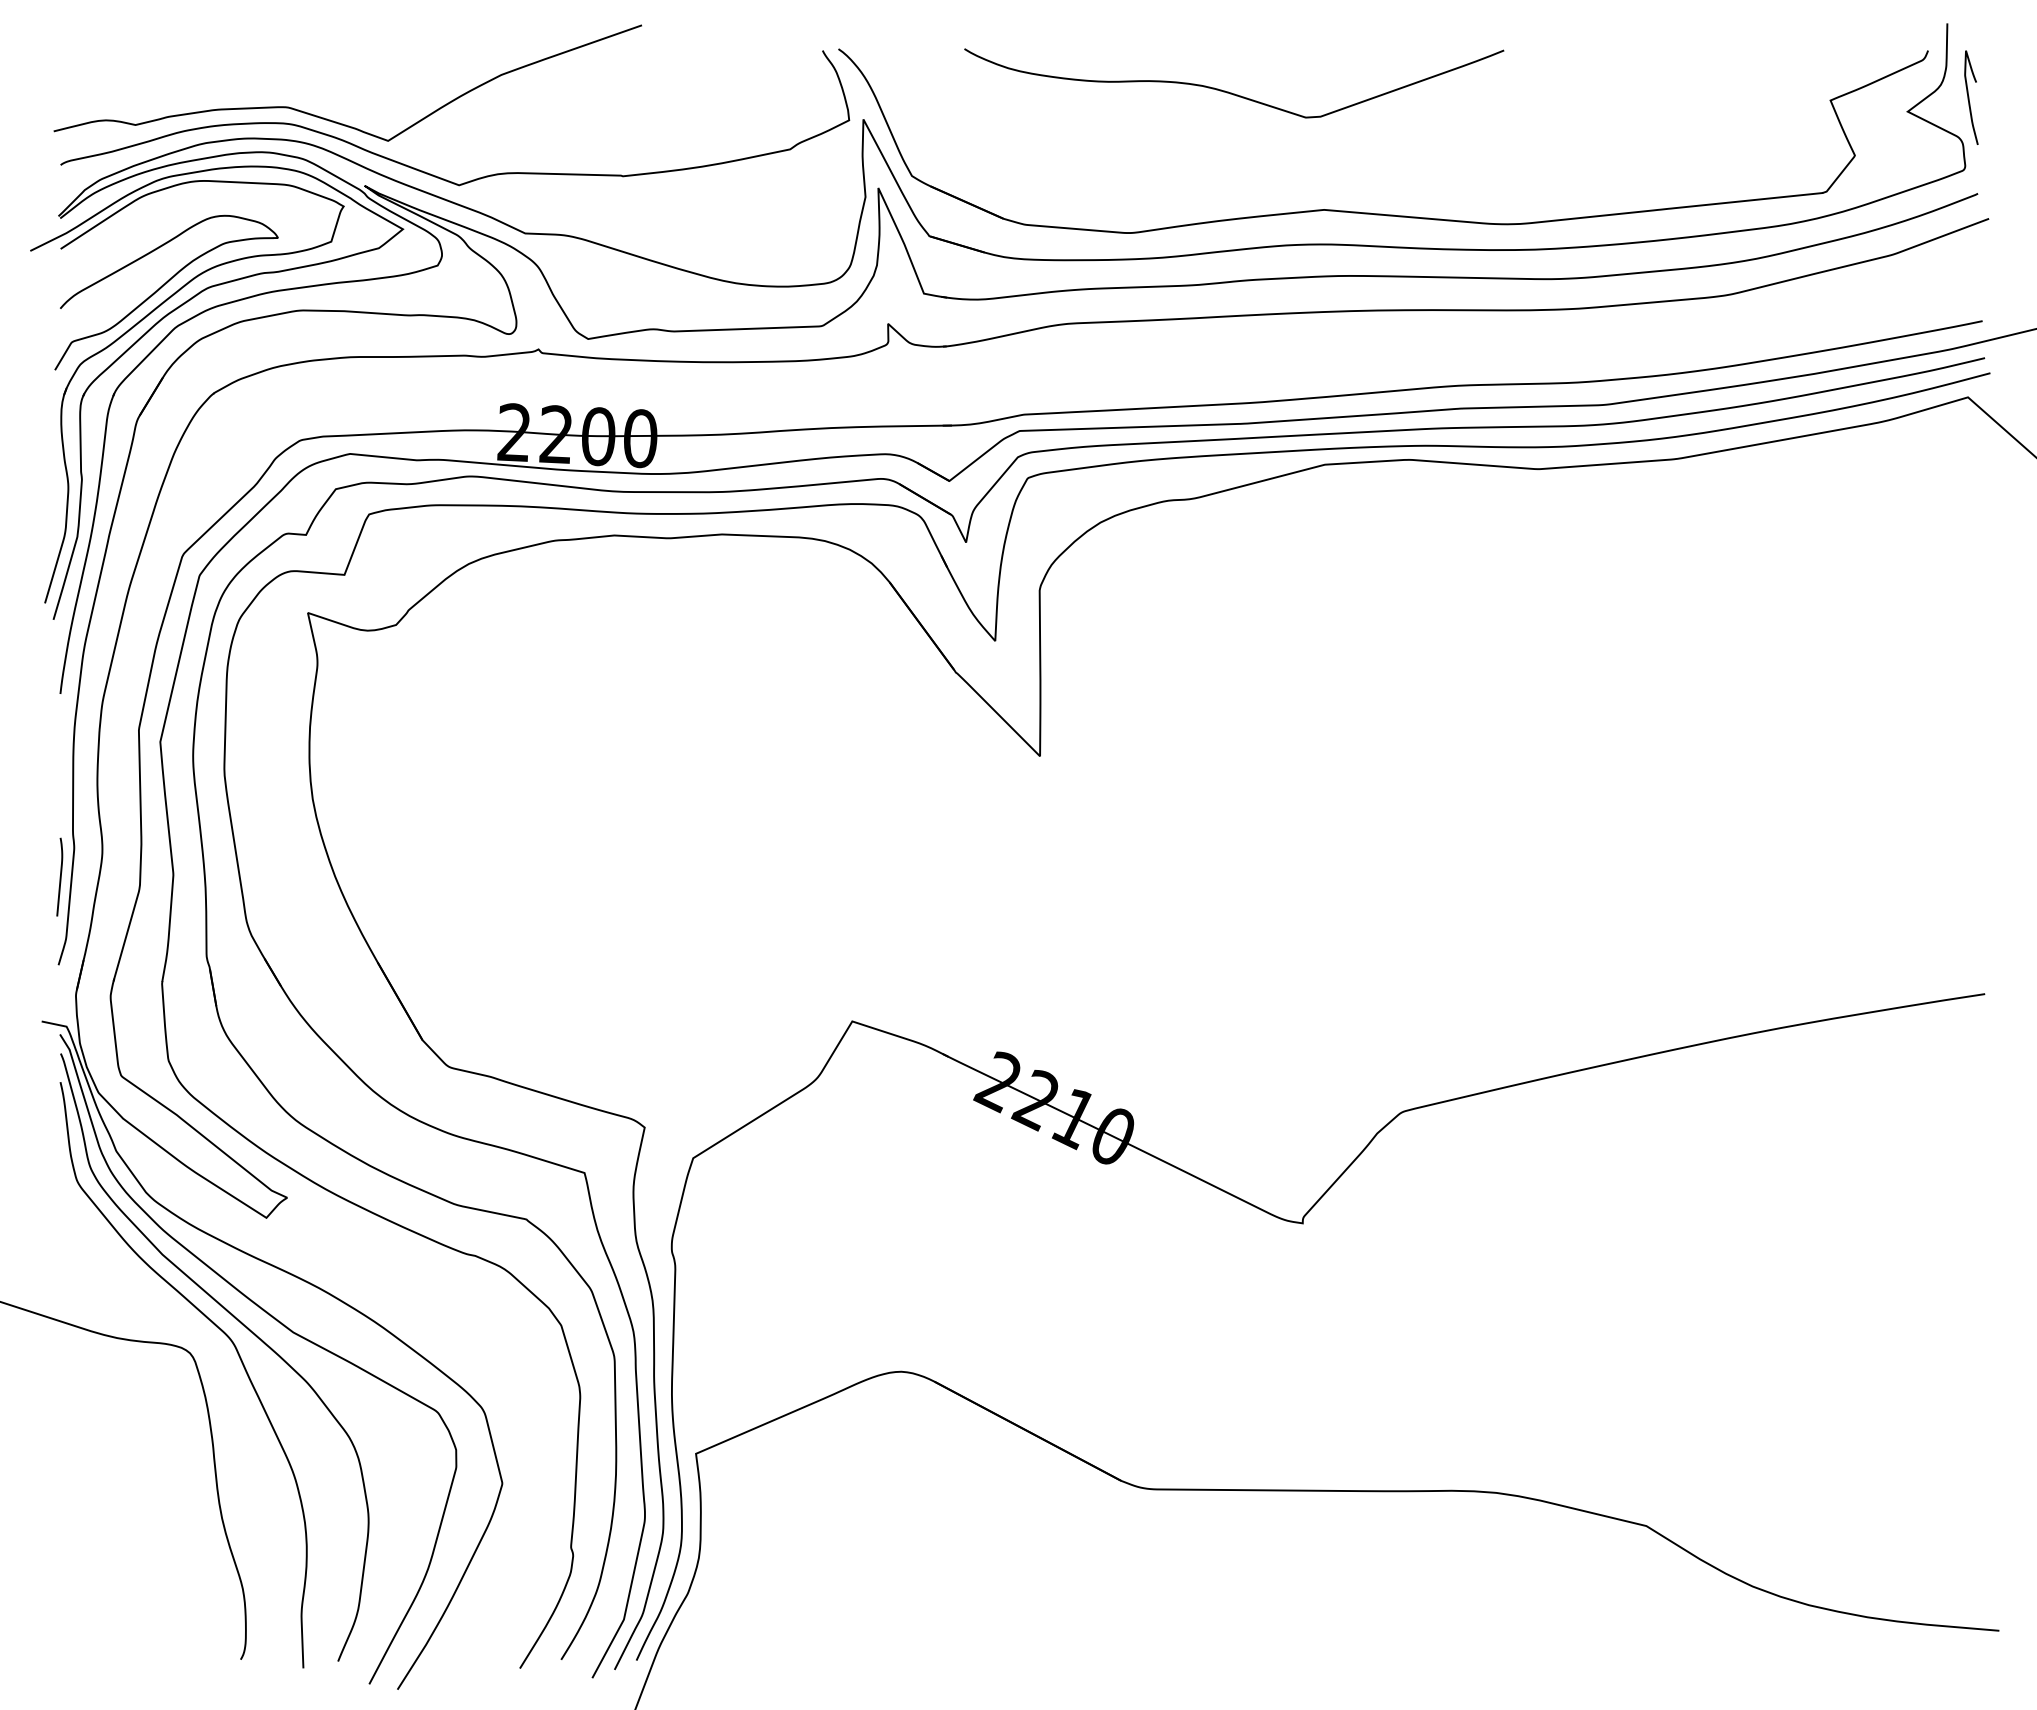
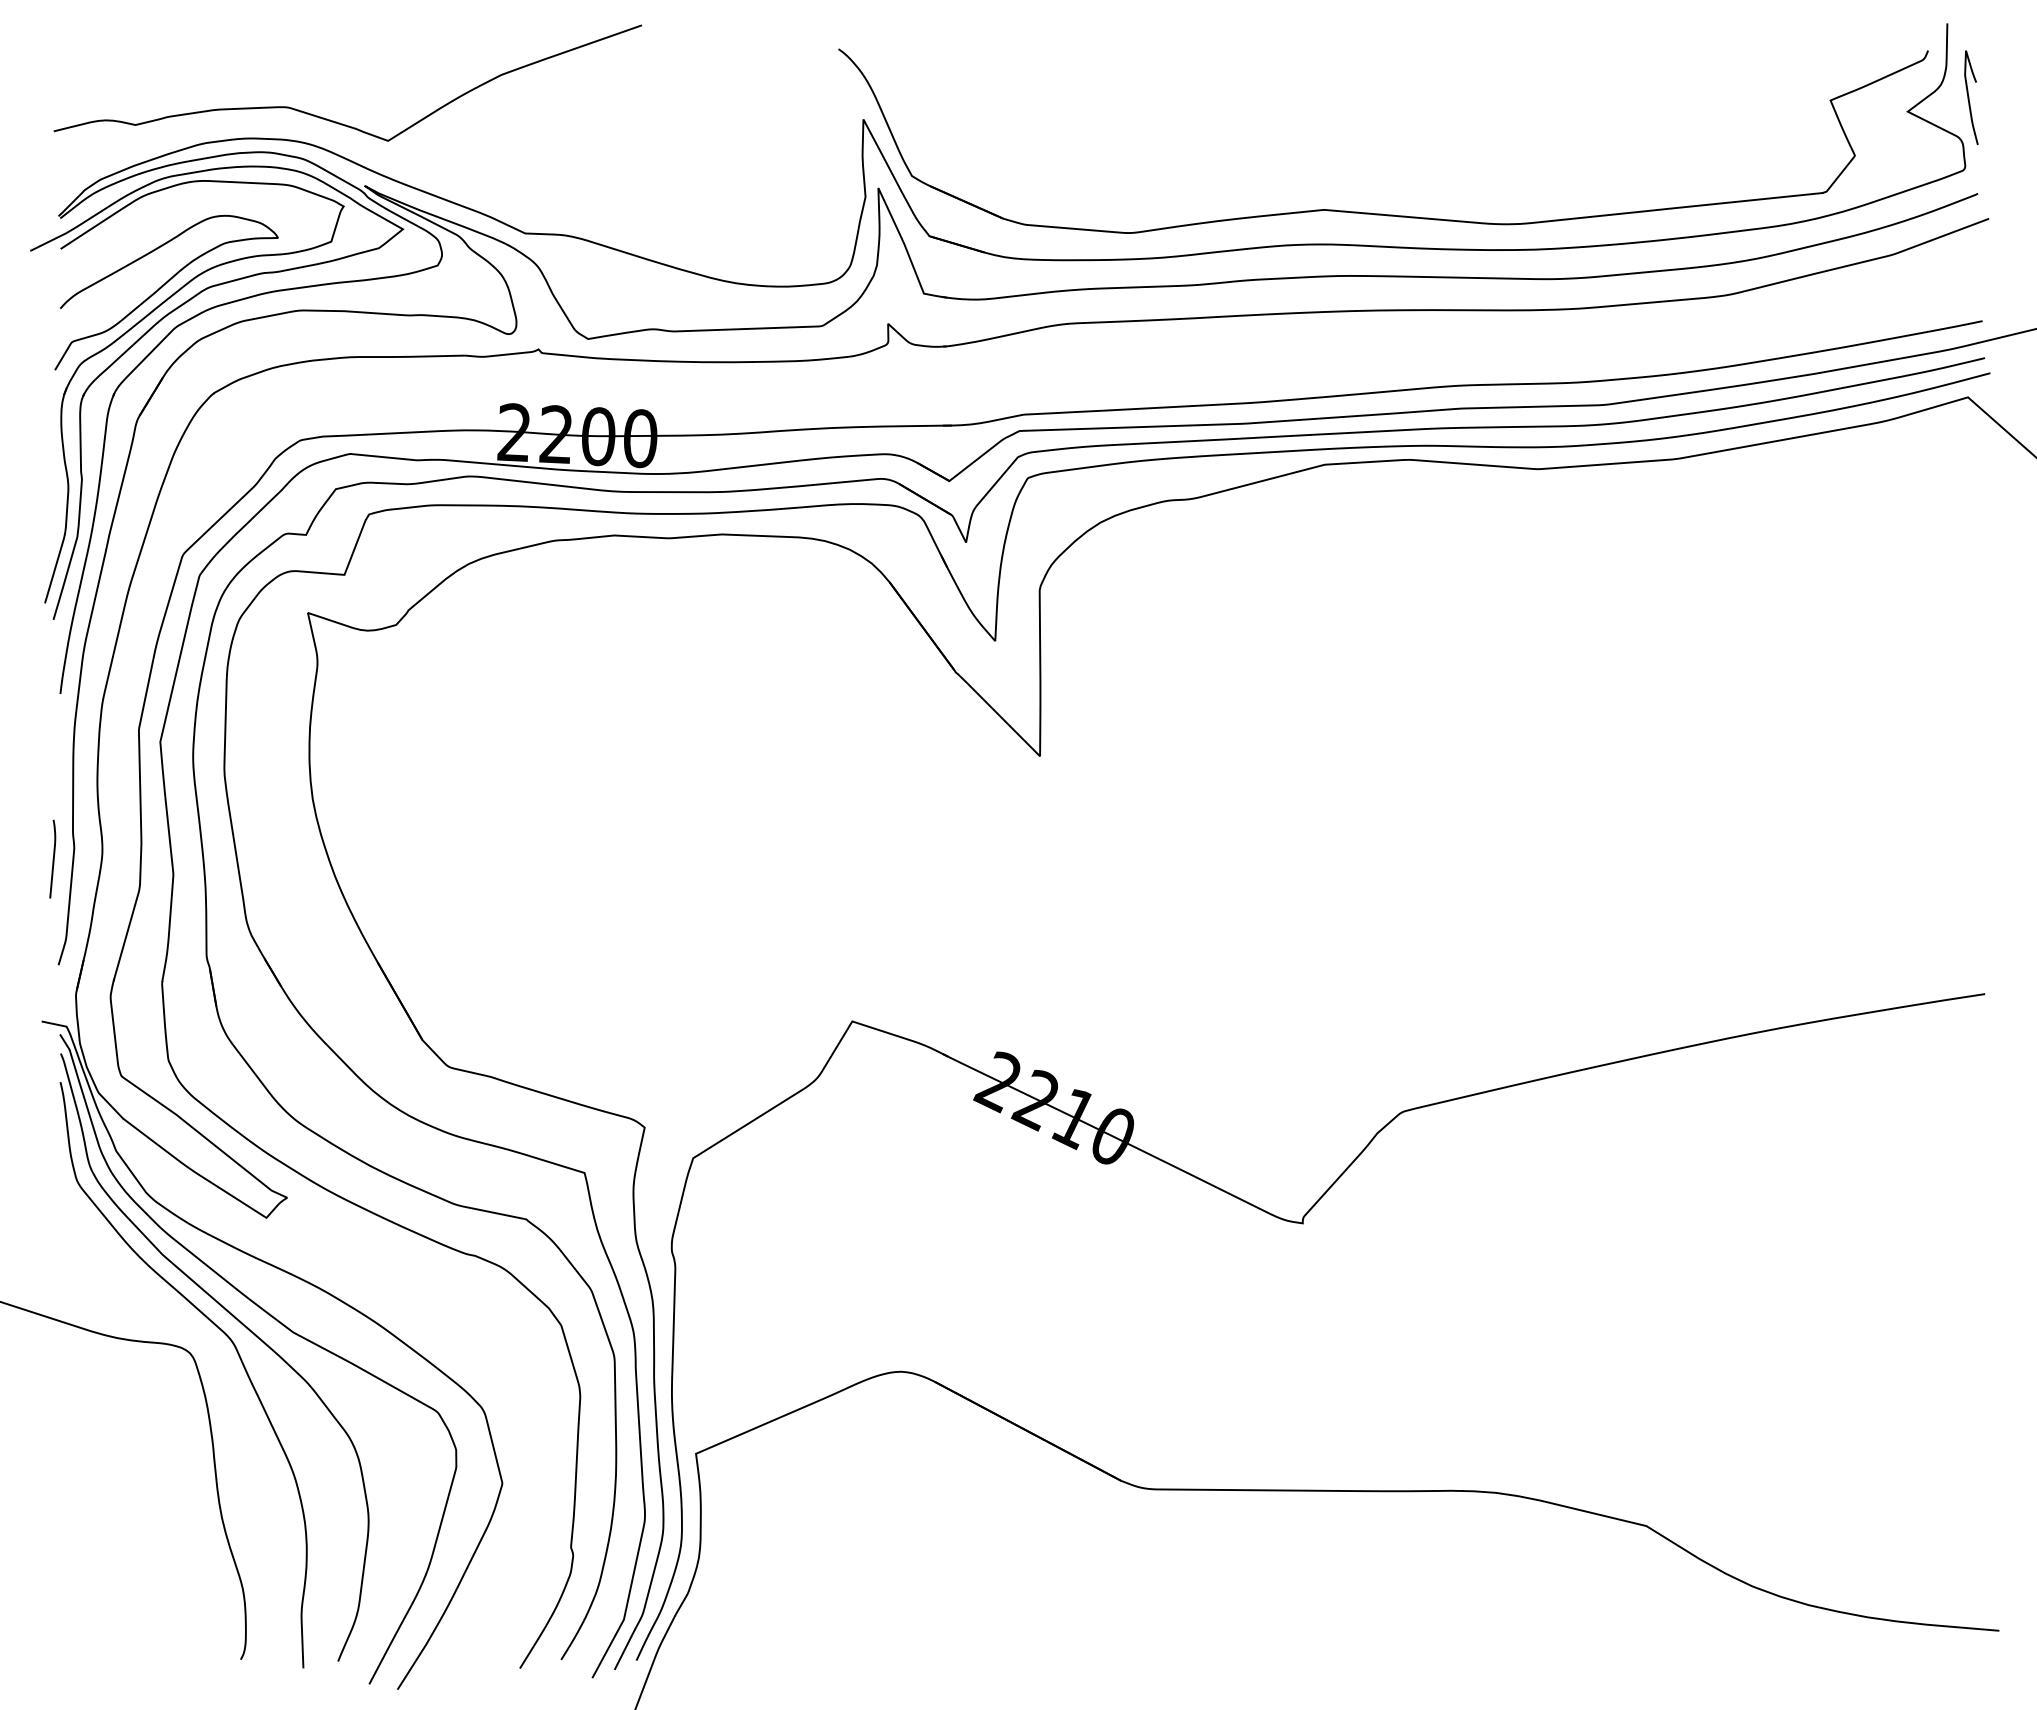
curve at (1231, 92): present -> none
curve at (433, 174): present -> none
curve at (59, 876) position: (59, 876) -> (52, 858)
